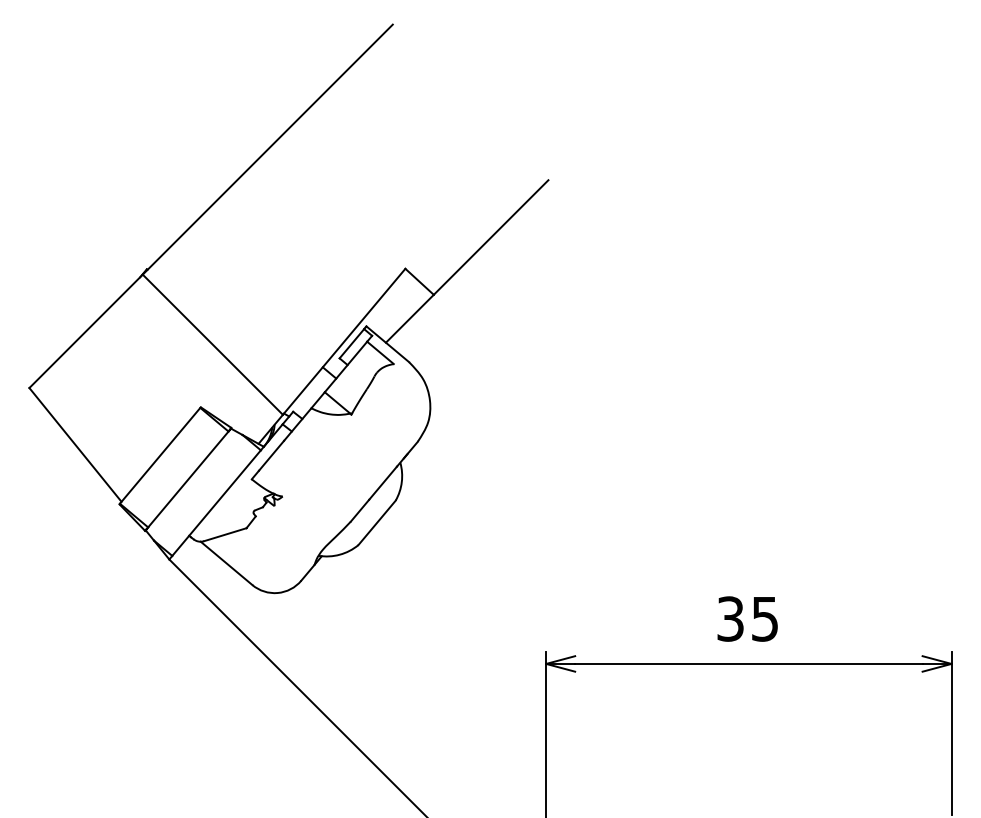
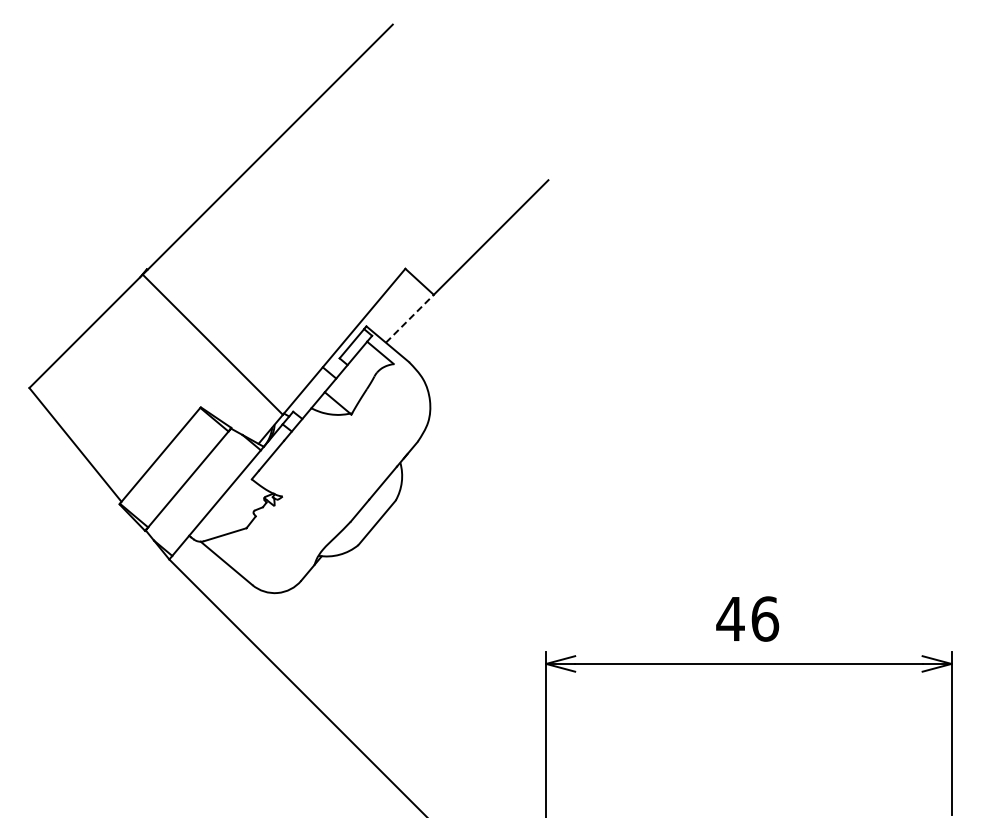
line at (409, 318): solid -> dashed
text at (747, 618): 35 -> 46
